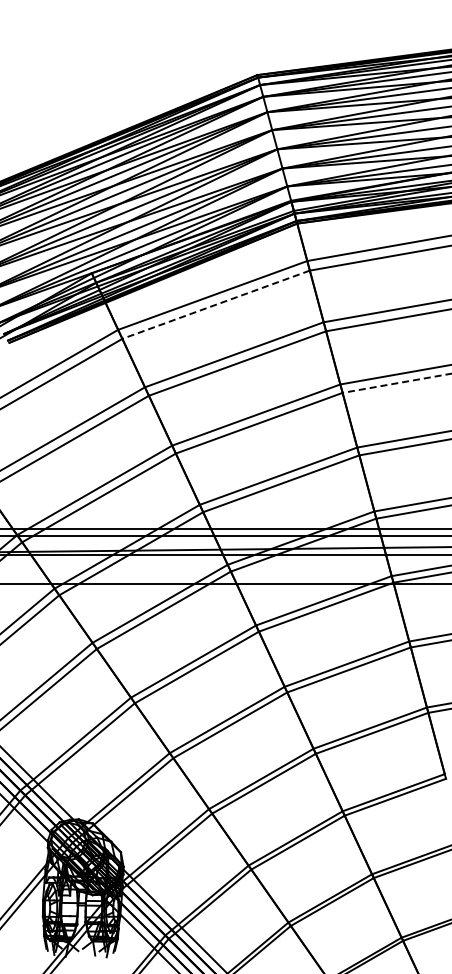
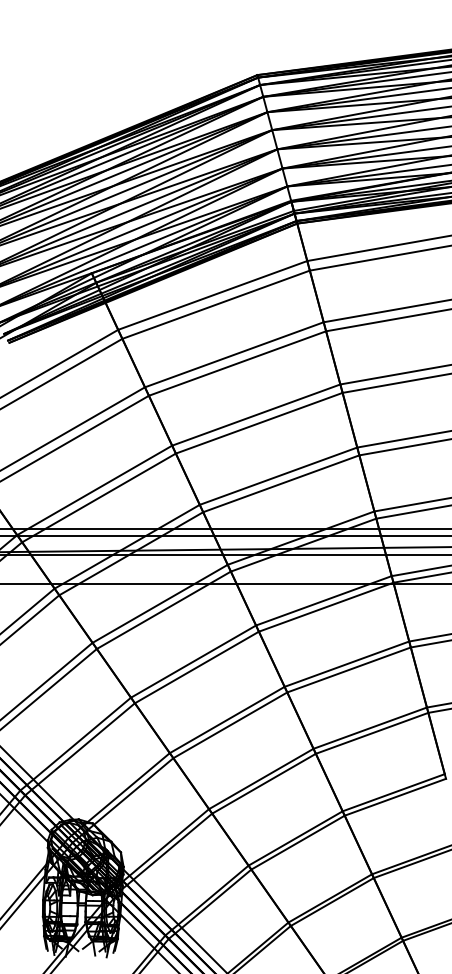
line at (216, 304): dashed -> solid
line at (396, 383): dashed -> solid
